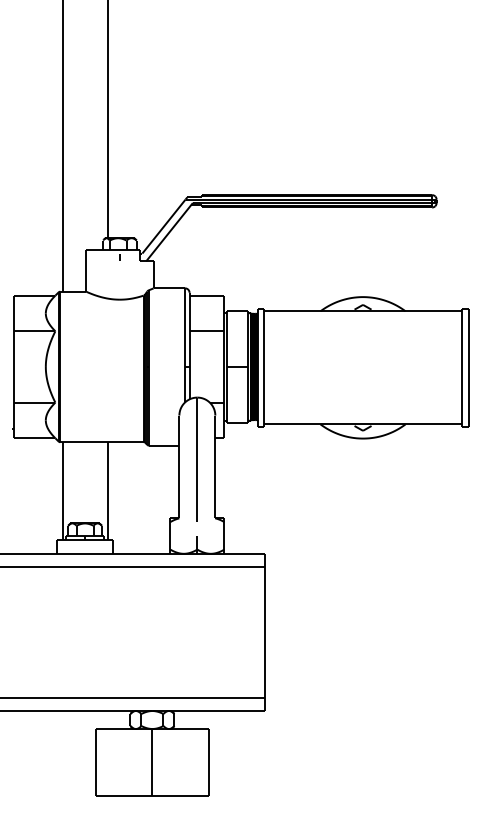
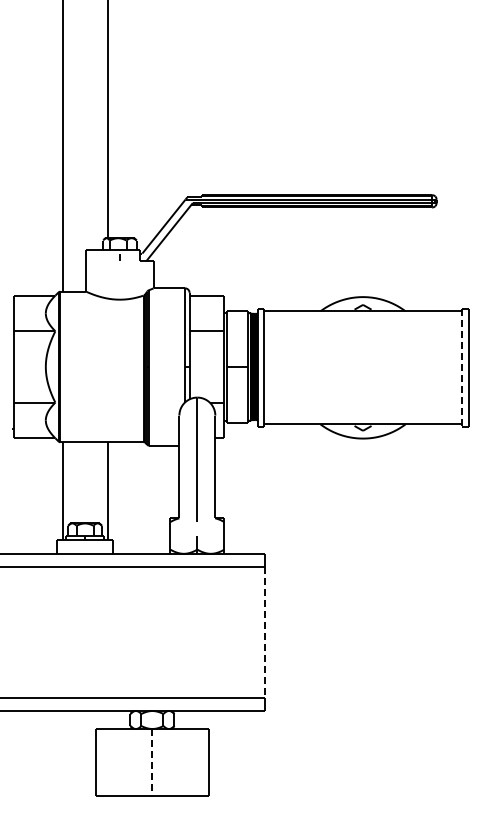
line at (461, 367): solid -> dashed
line at (264, 632): solid -> dashed
line at (152, 762): solid -> dashed
